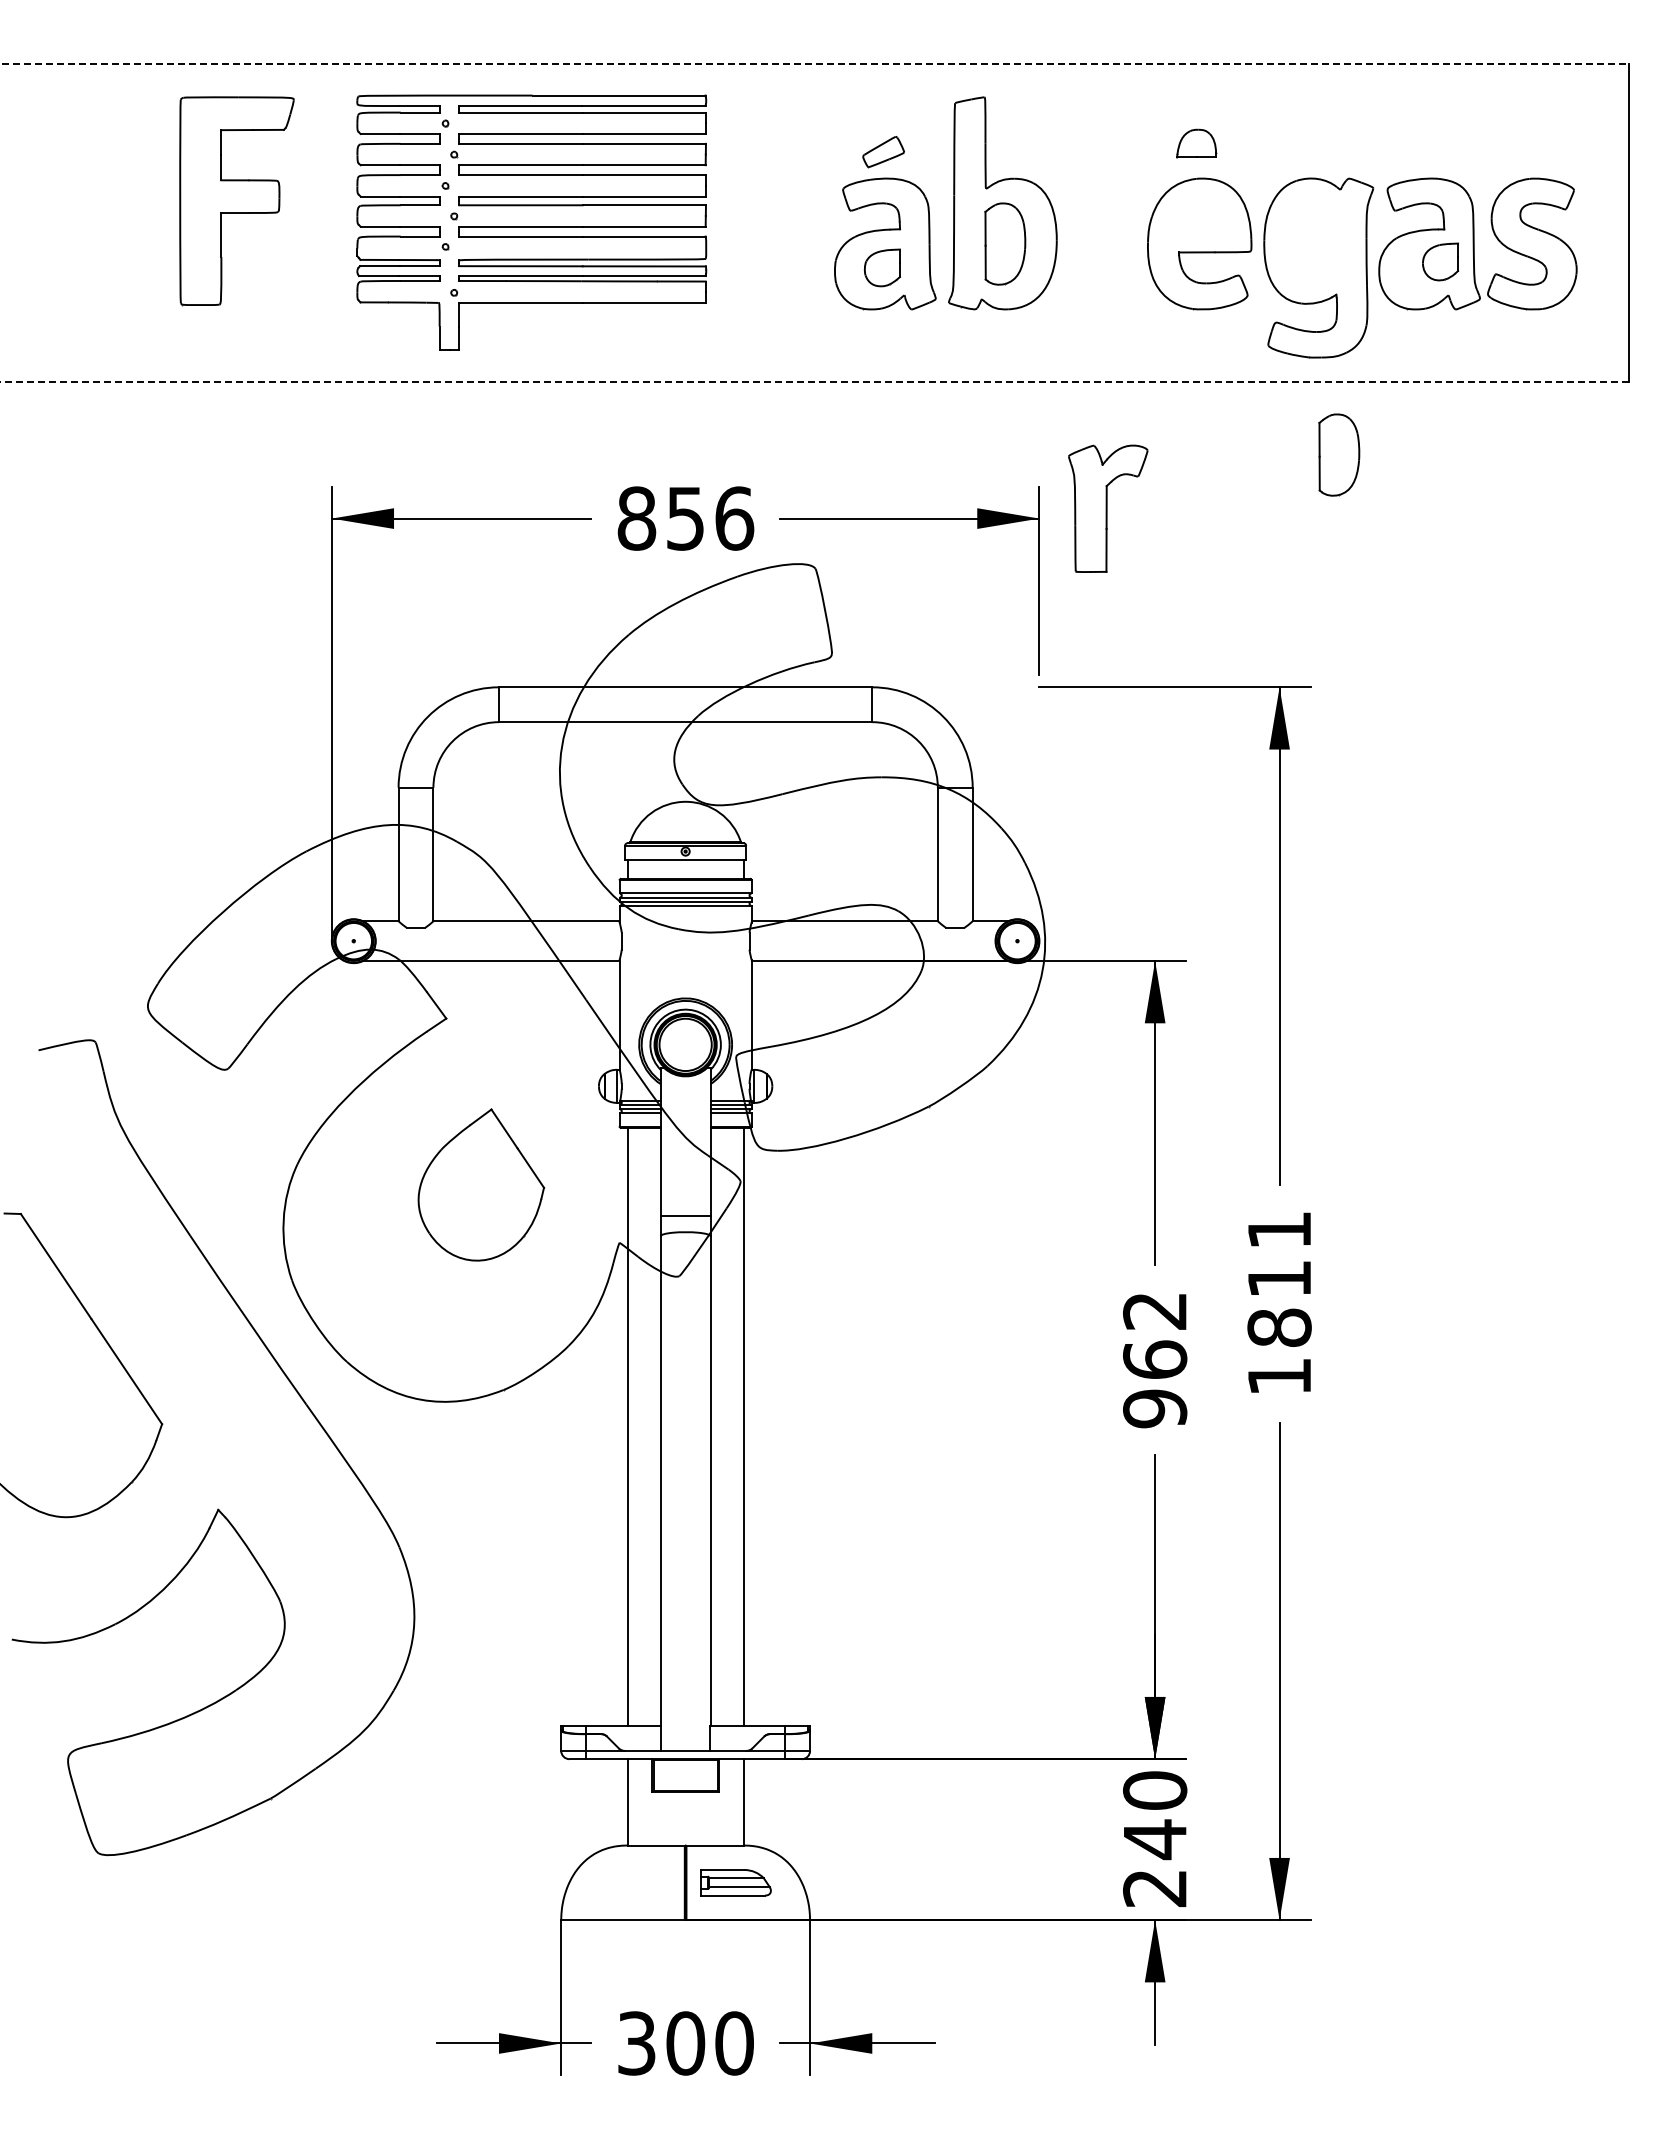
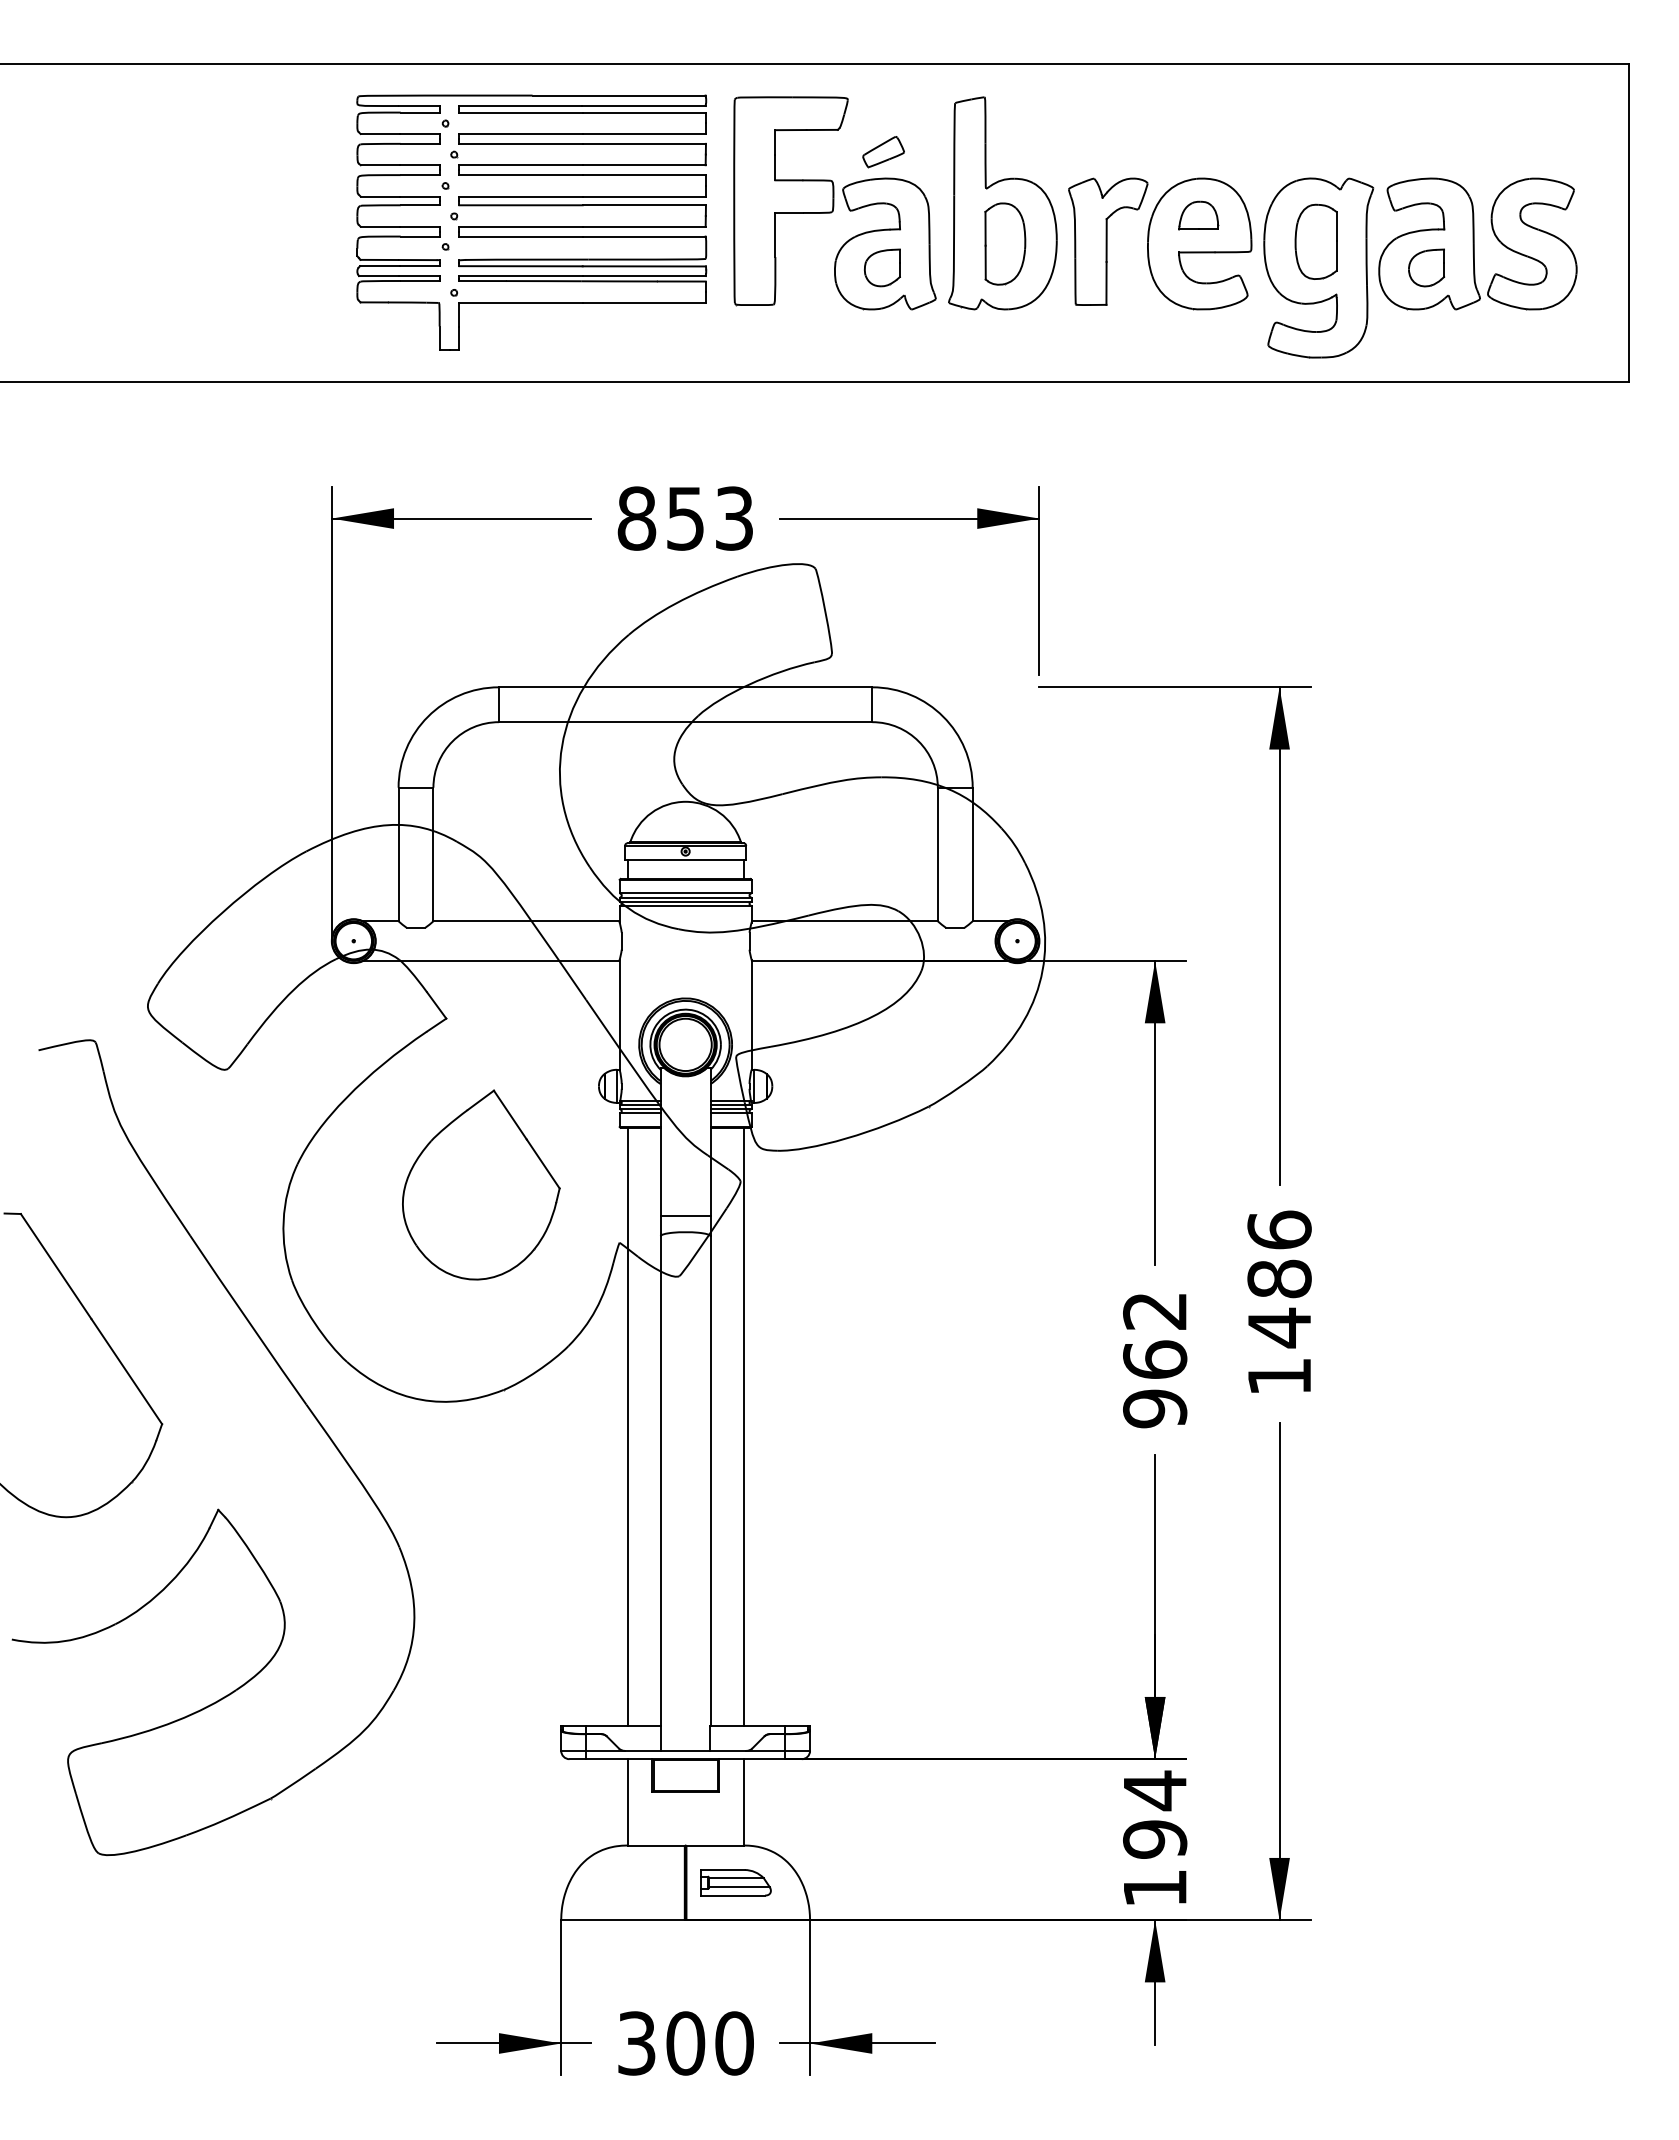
line at (814, 64): dashed -> solid
part at (1196, 143) position: (1196, 143) -> (1198, 215)
part at (236, 201) position: (236, 201) -> (790, 201)
part at (1315, 241): none -> present
part at (1440, 261) position: (1440, 261) -> (1426, 267)
line at (814, 381): dashed -> solid
part at (1339, 454): present -> none
part at (1108, 508) position: (1108, 508) -> (1108, 241)
text at (734, 518): 856 -> 853
part at (481, 1184) size: 129x154 px -> 159x192 px
text at (1279, 1279): 1811 -> 1486
text at (1155, 1838): 240 -> 194
